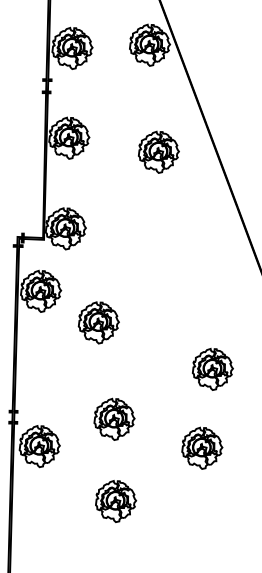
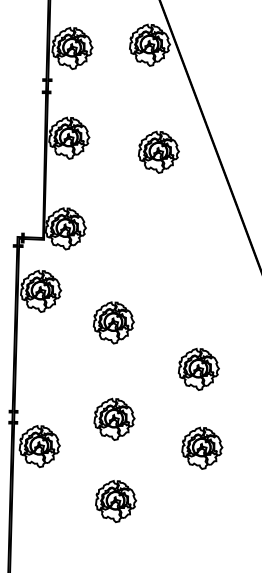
part at (98, 322) position: (98, 322) -> (113, 322)
part at (212, 369) position: (212, 369) -> (198, 369)
